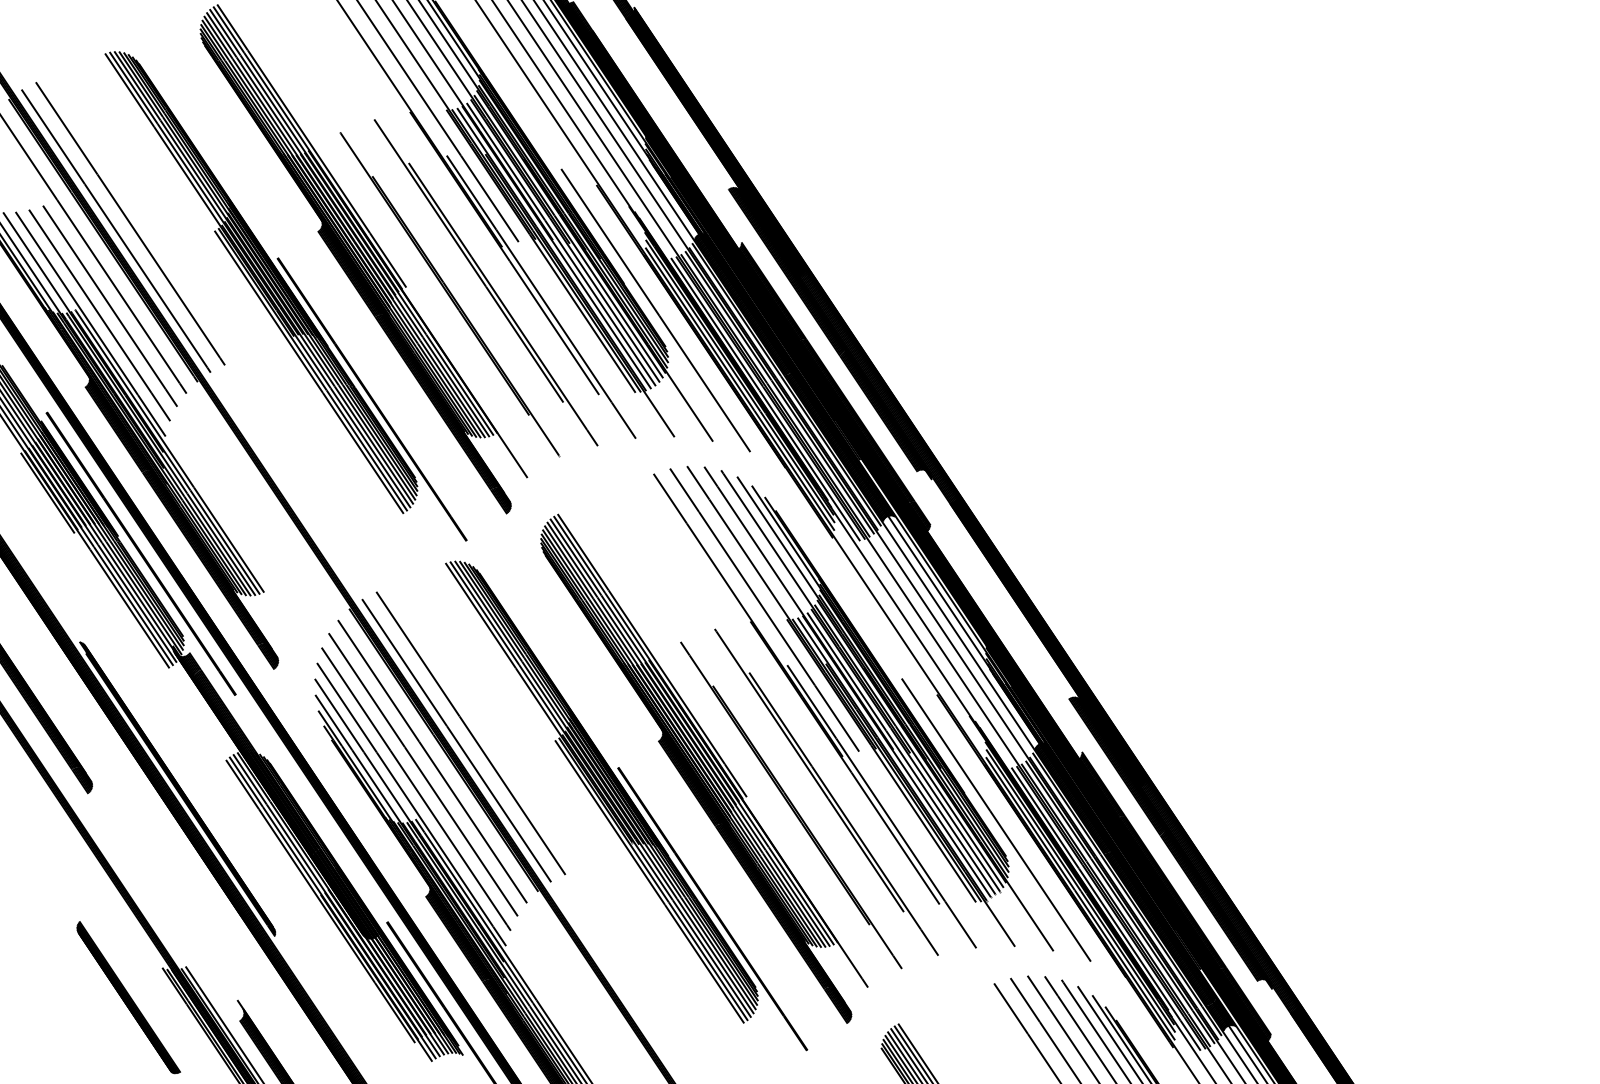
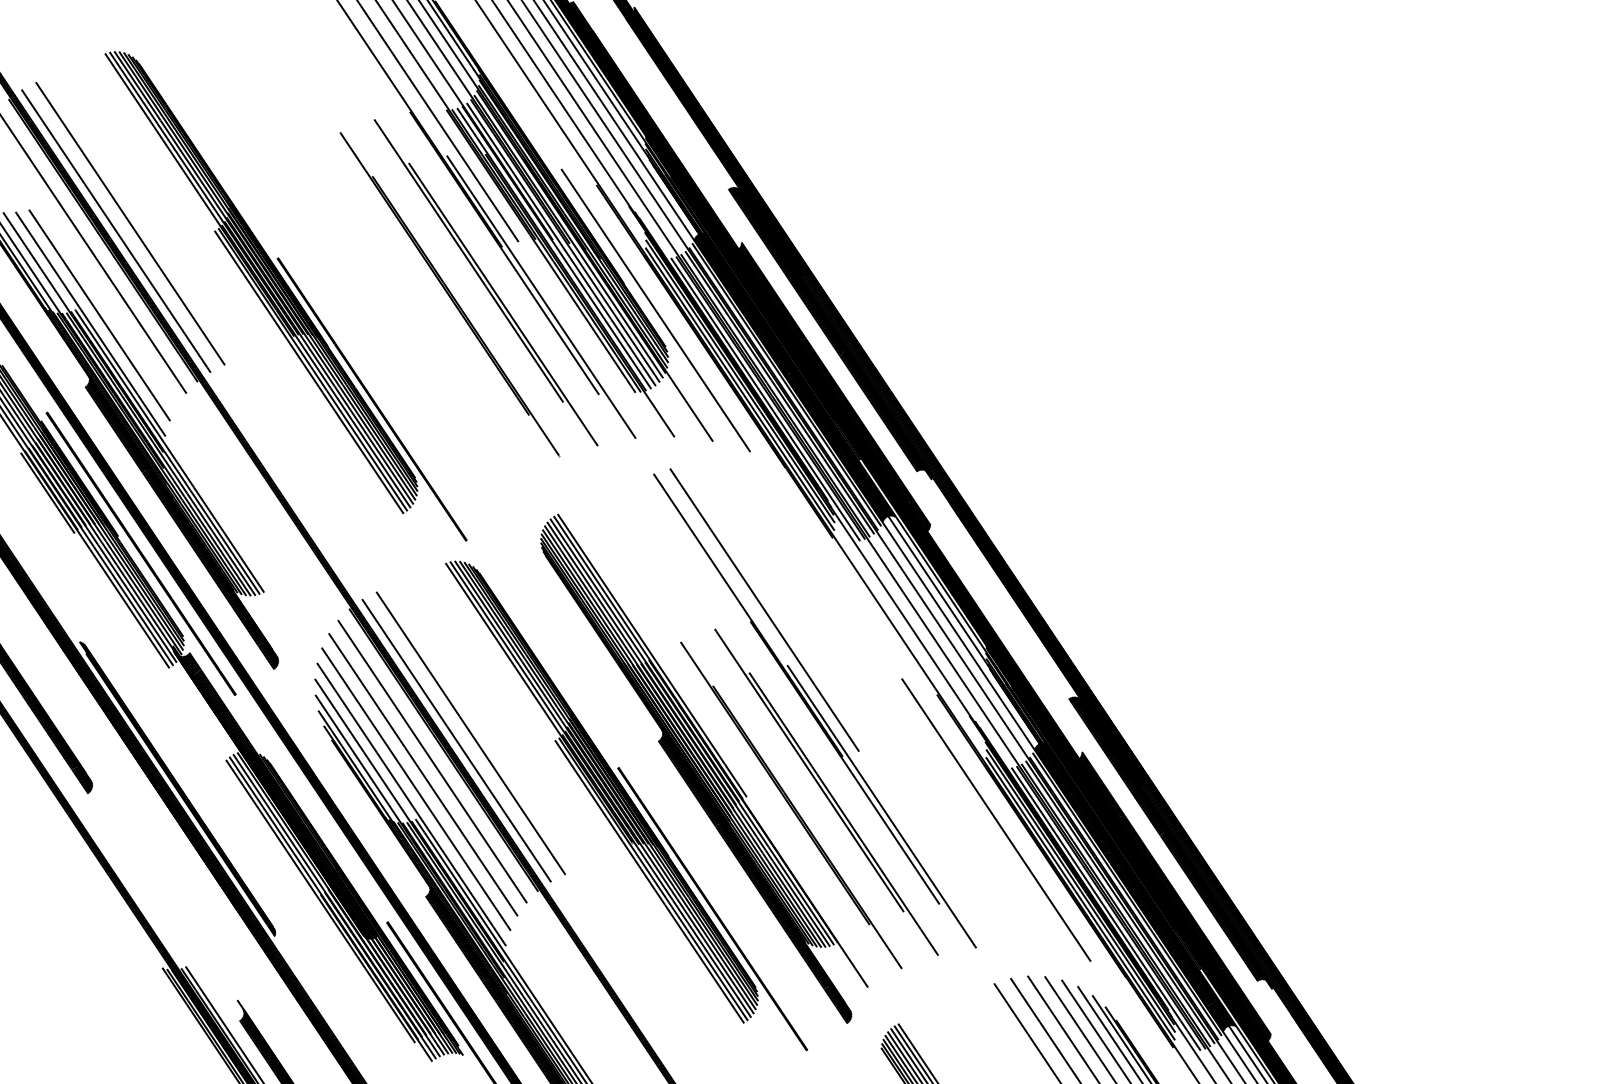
part at (363, 259): present -> none
line at (109, 305): present -> none
part at (870, 708): present -> none
part at (128, 997): present -> none
